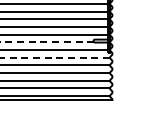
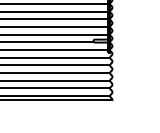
line at (46, 42): dashed -> solid
line at (54, 57): dashed -> solid
